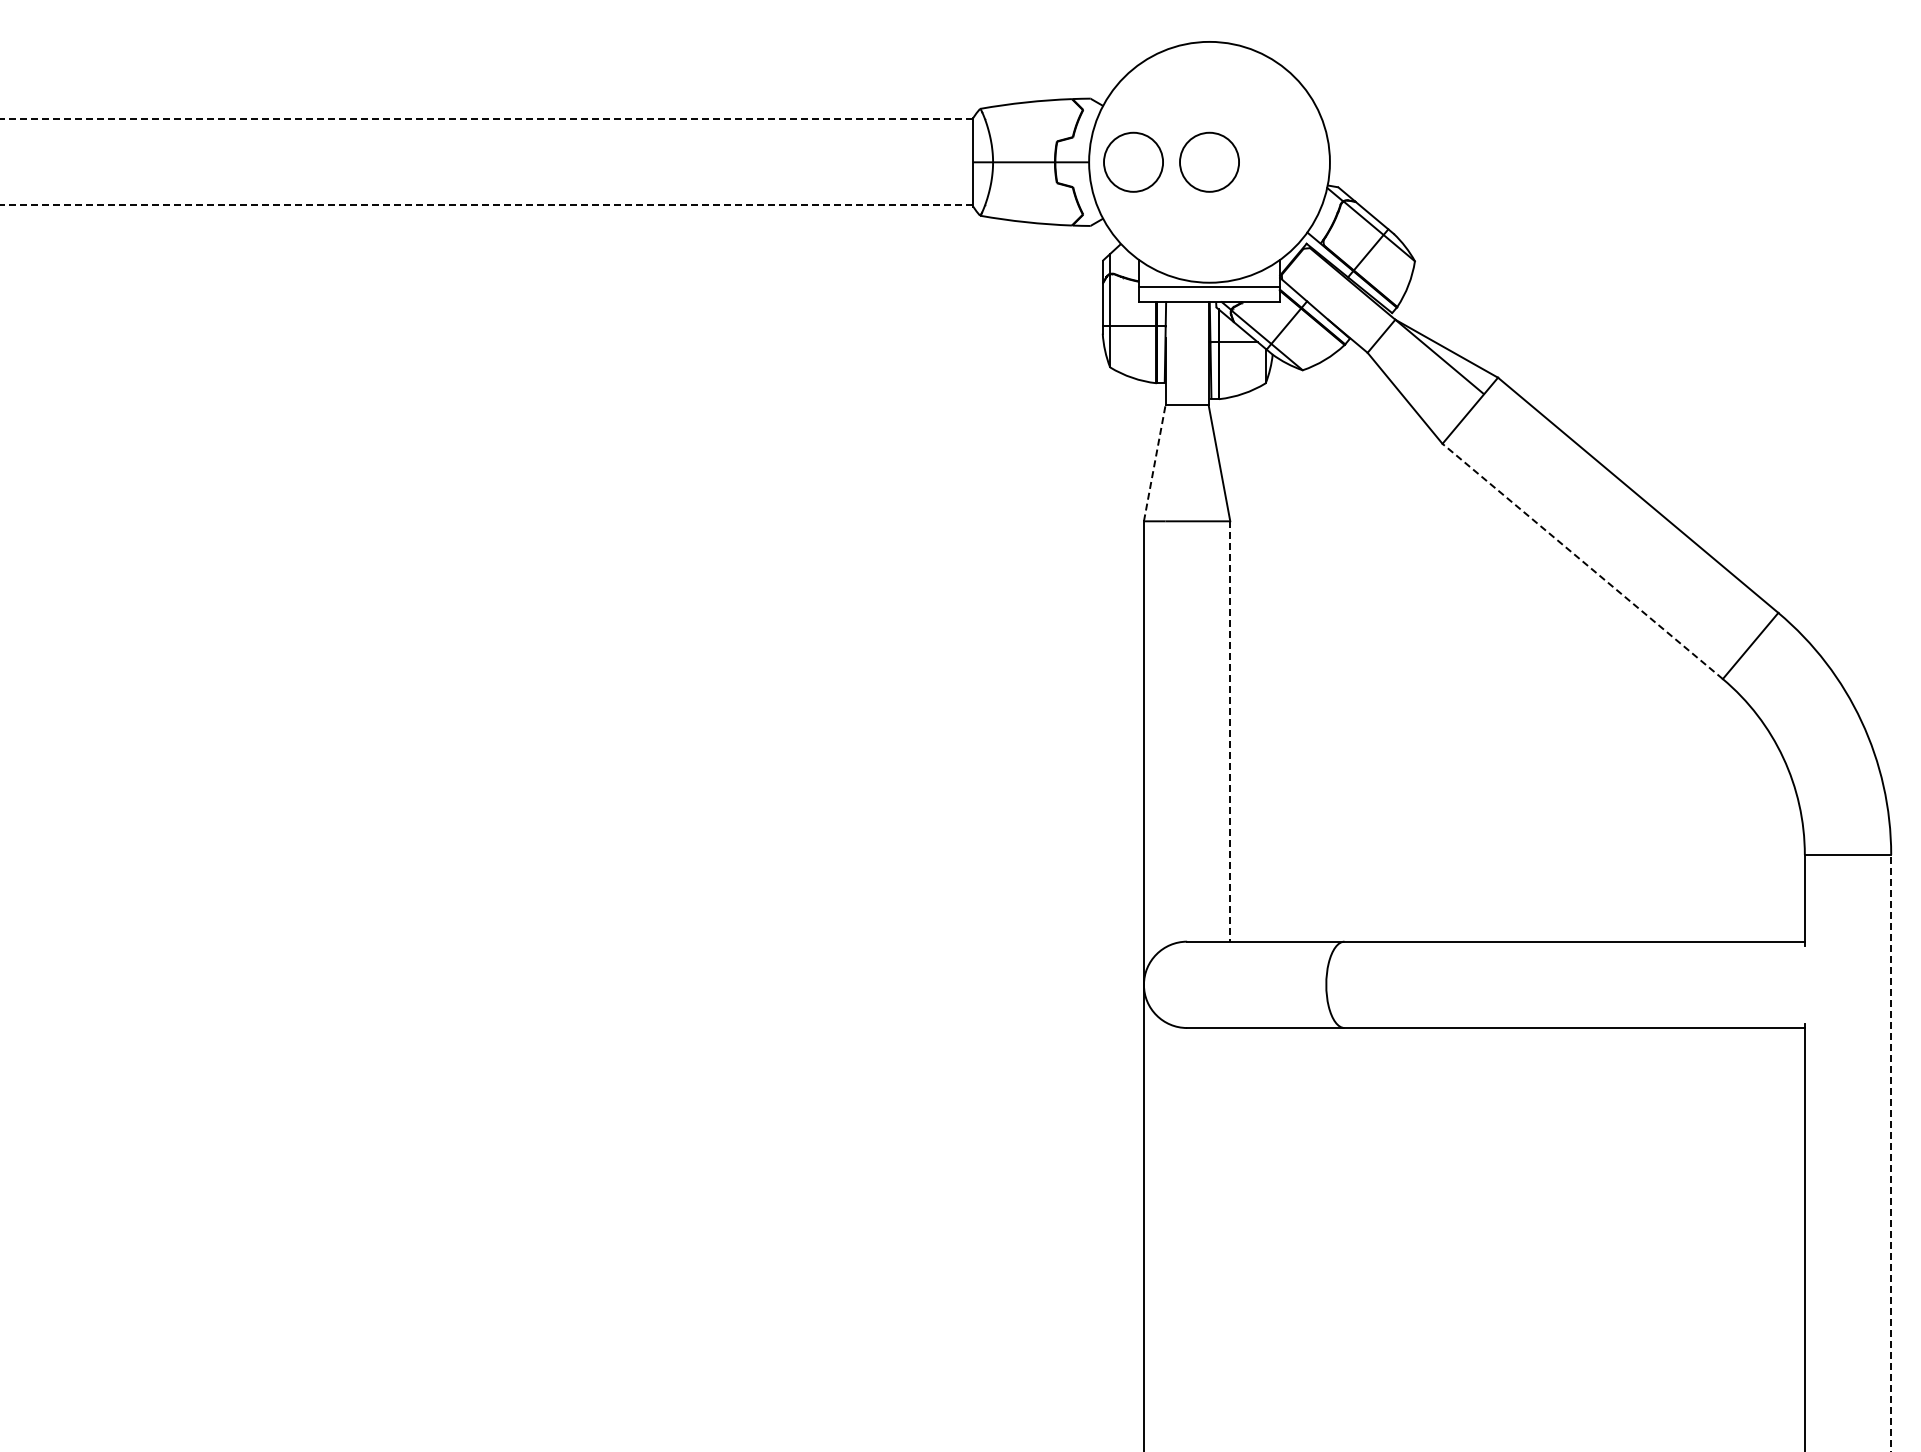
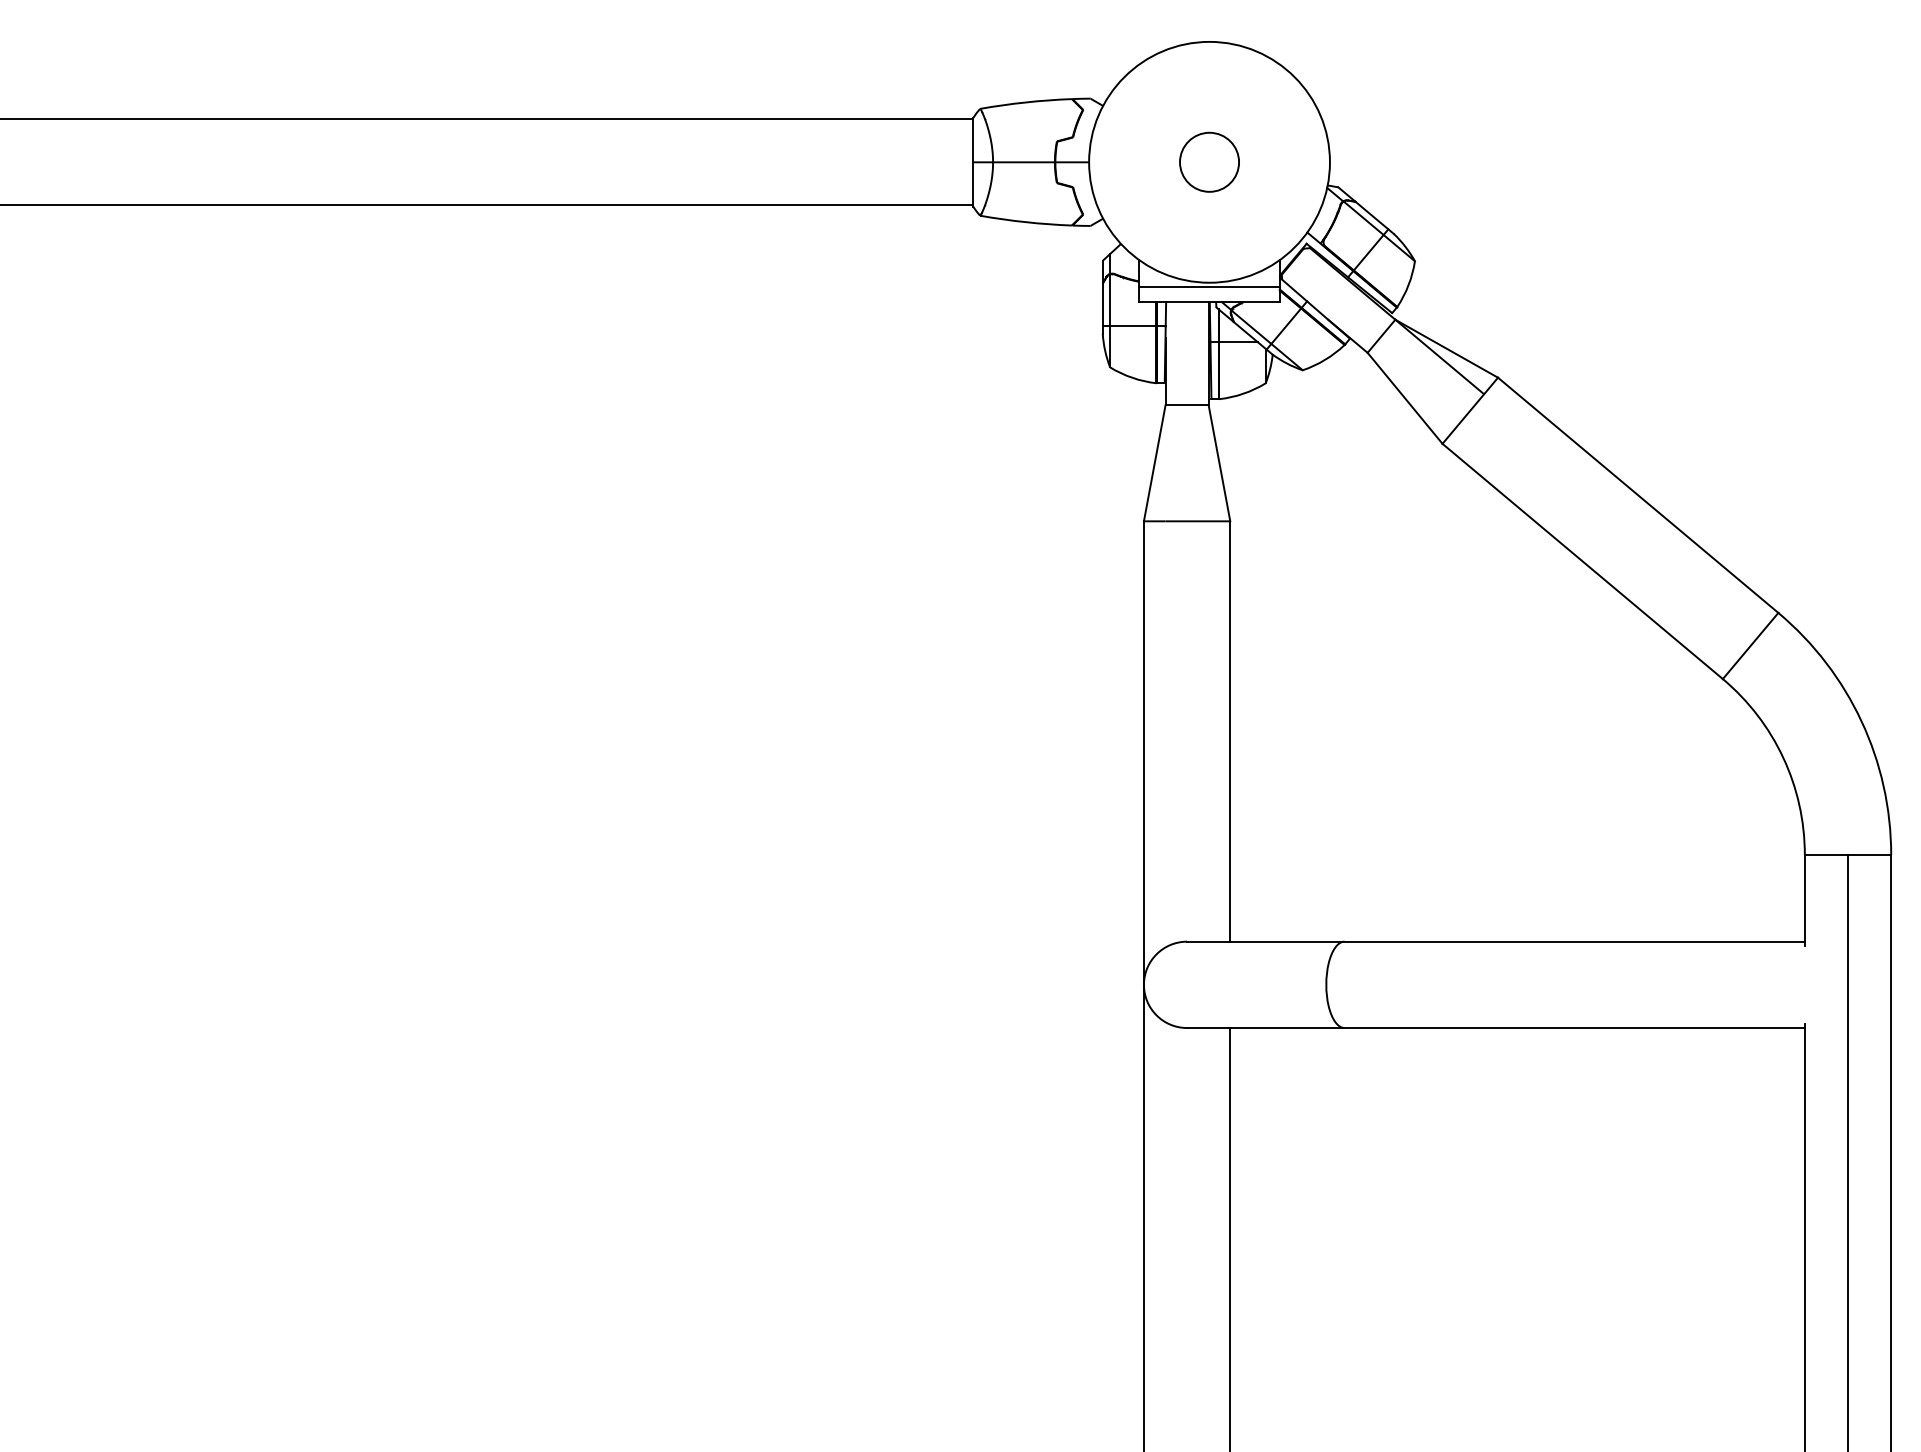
line at (486, 119): dashed -> solid
circle at (1133, 161): present -> none
line at (486, 205): dashed -> solid
line at (1154, 463): dashed -> solid
line at (1582, 561): dashed -> solid
line at (1230, 732): dashed -> solid
line at (1848, 1151): none -> present
line at (1891, 1152): dashed -> solid
line at (1230, 1238): none -> present
